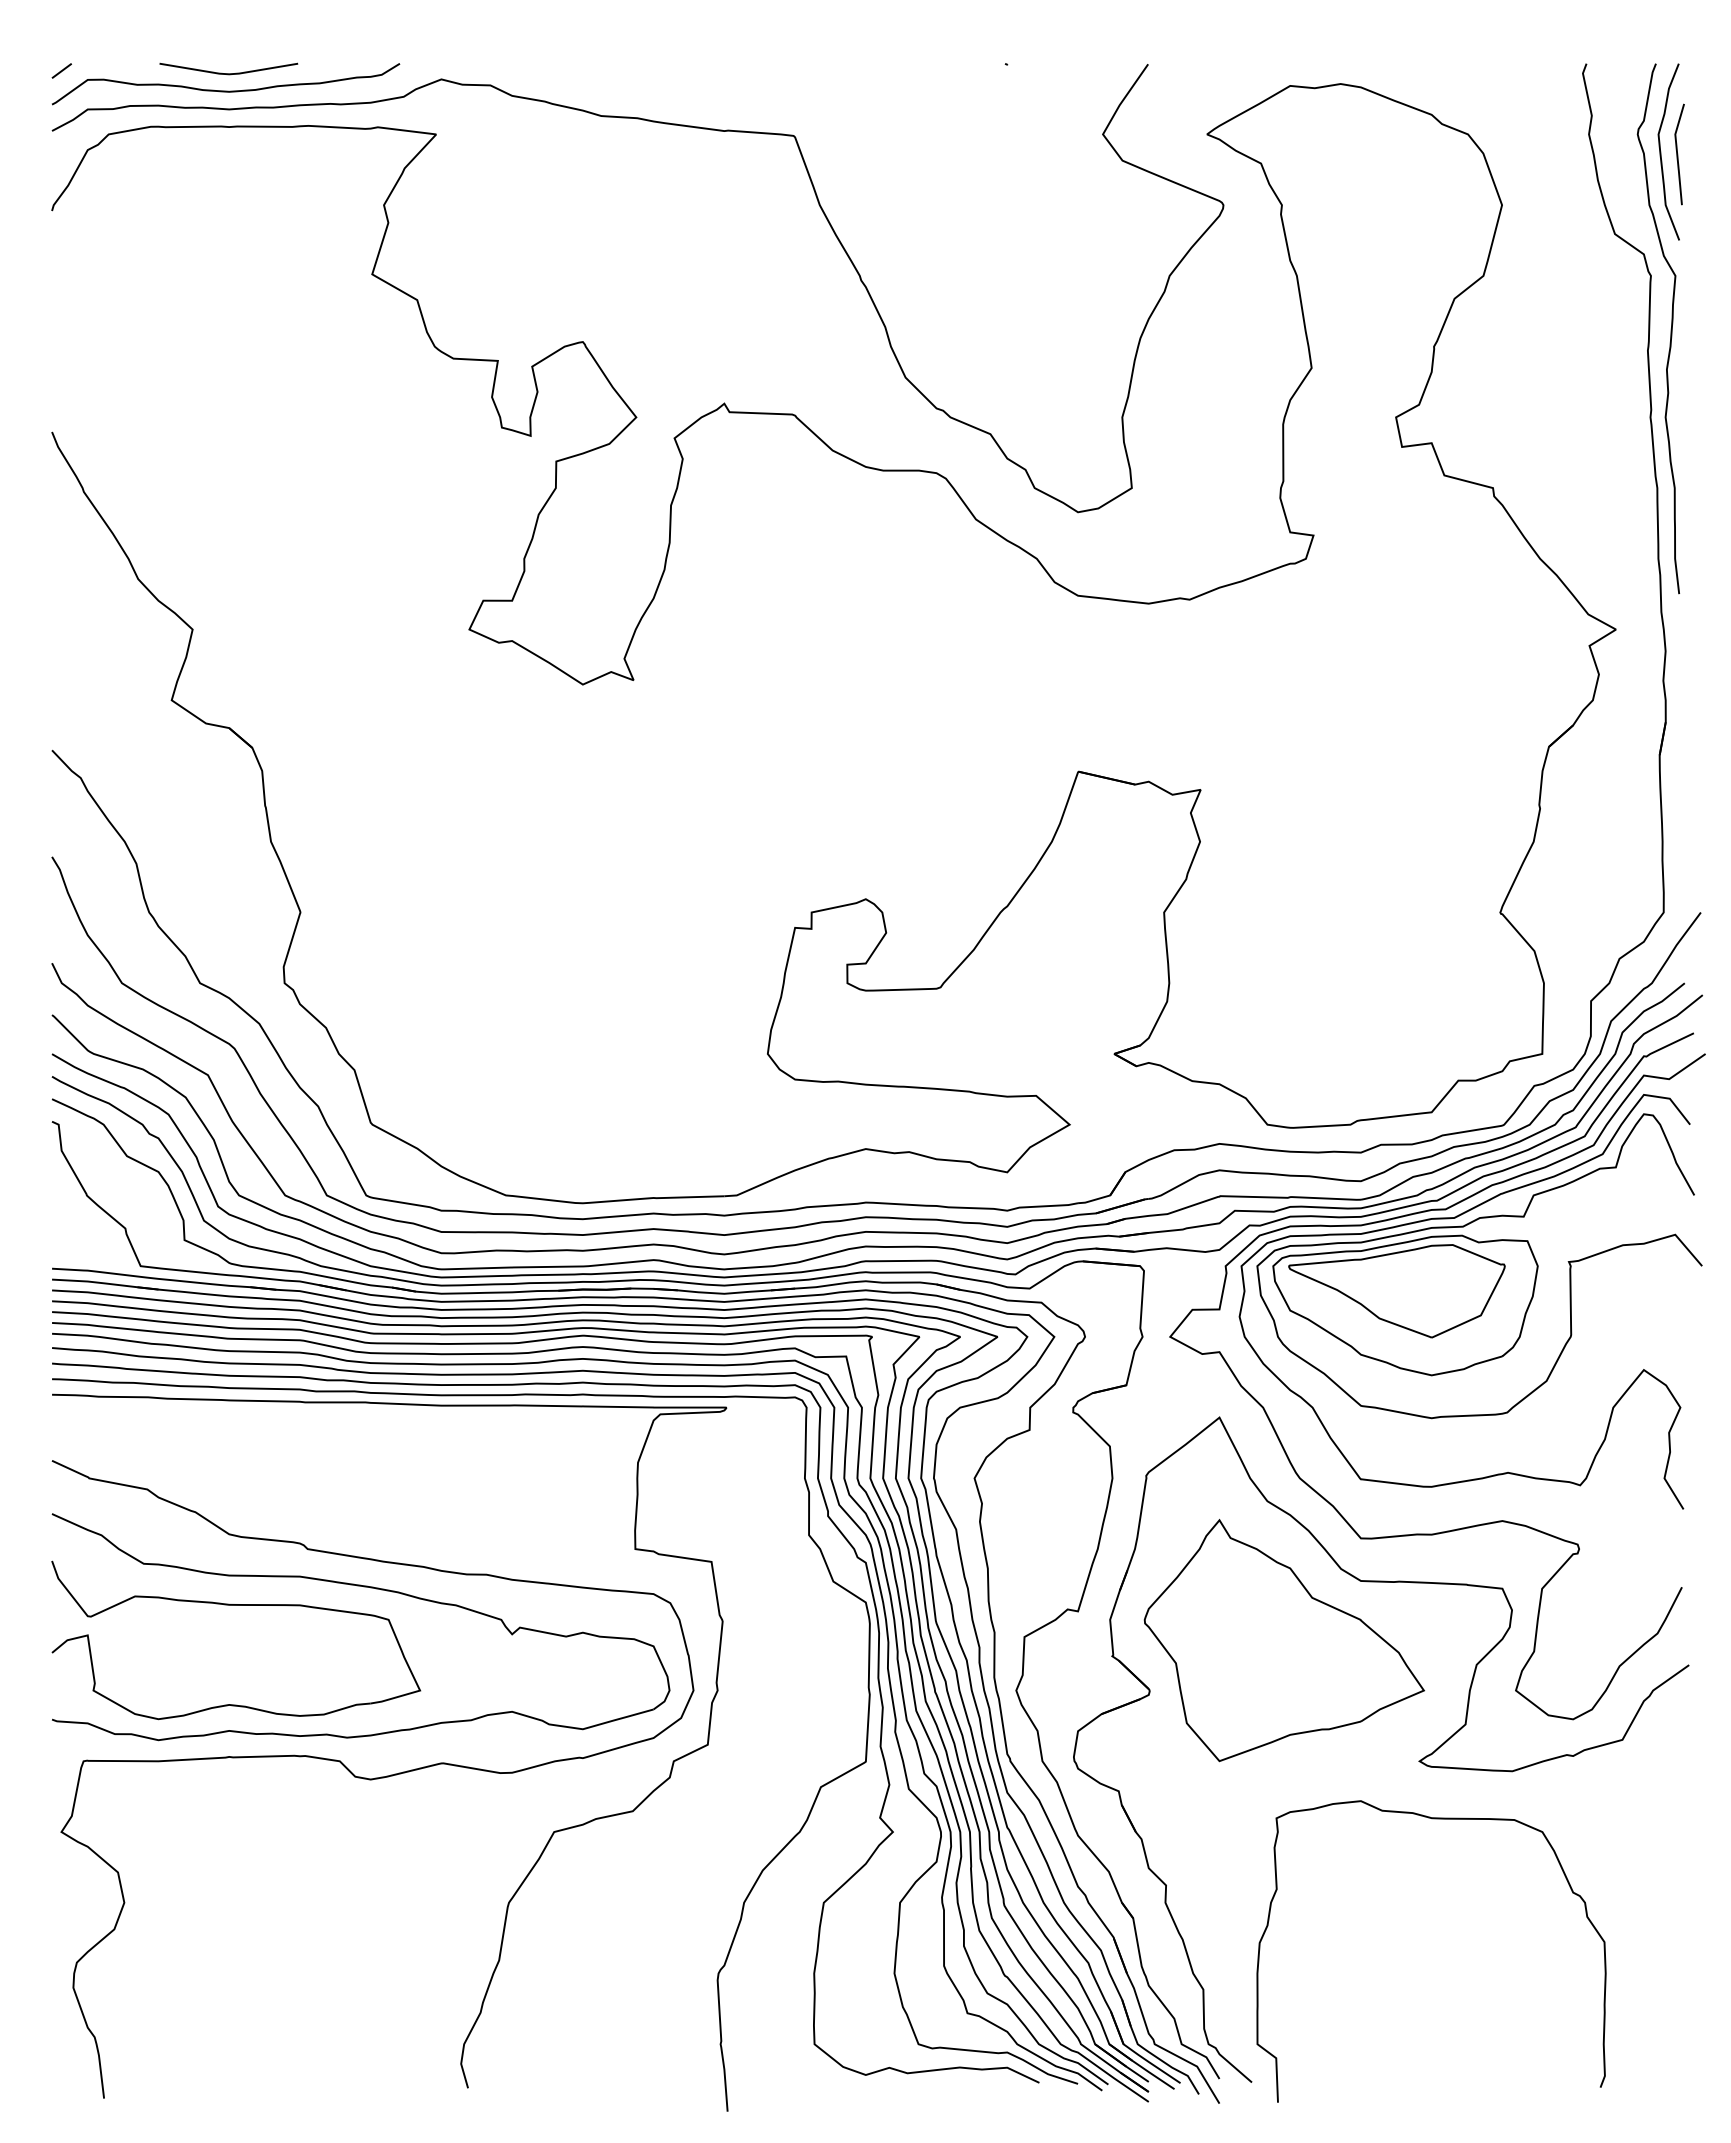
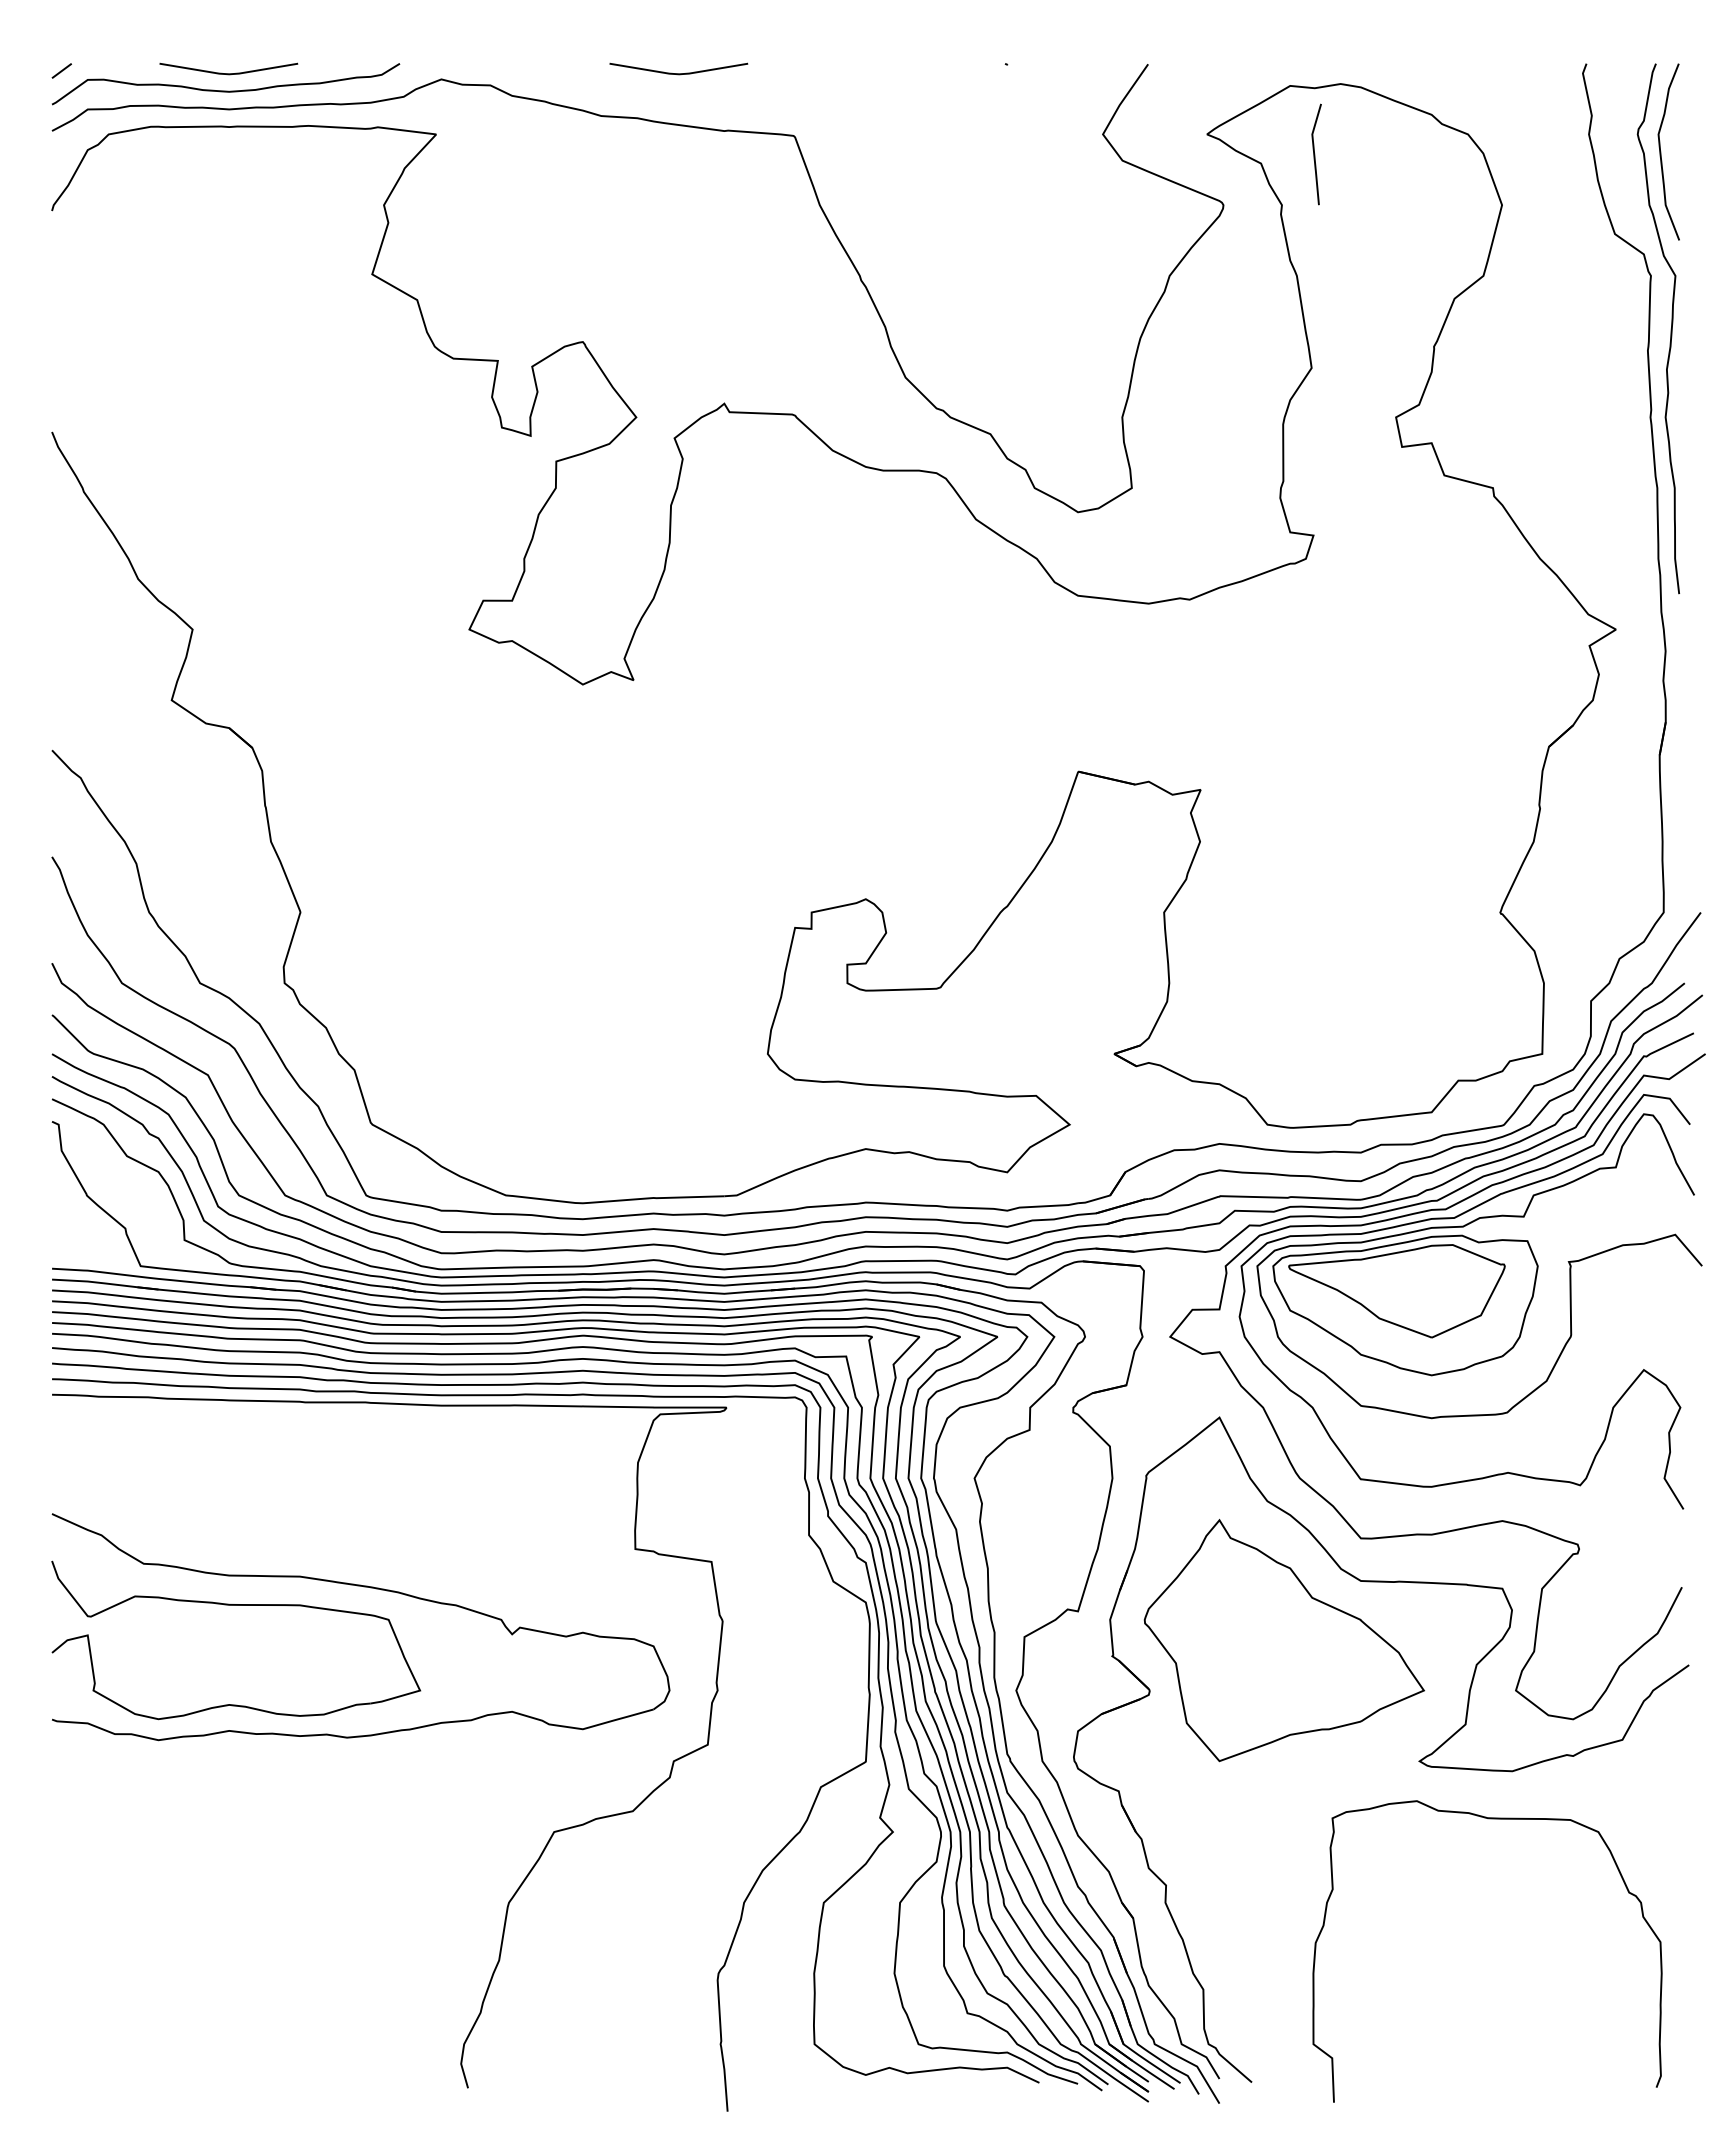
line at (678, 73): none -> present
line at (1678, 154) position: (1678, 154) -> (1315, 154)
curve at (372, 1779): present -> none
curve at (1432, 1819) position: (1432, 1819) -> (1488, 1819)
